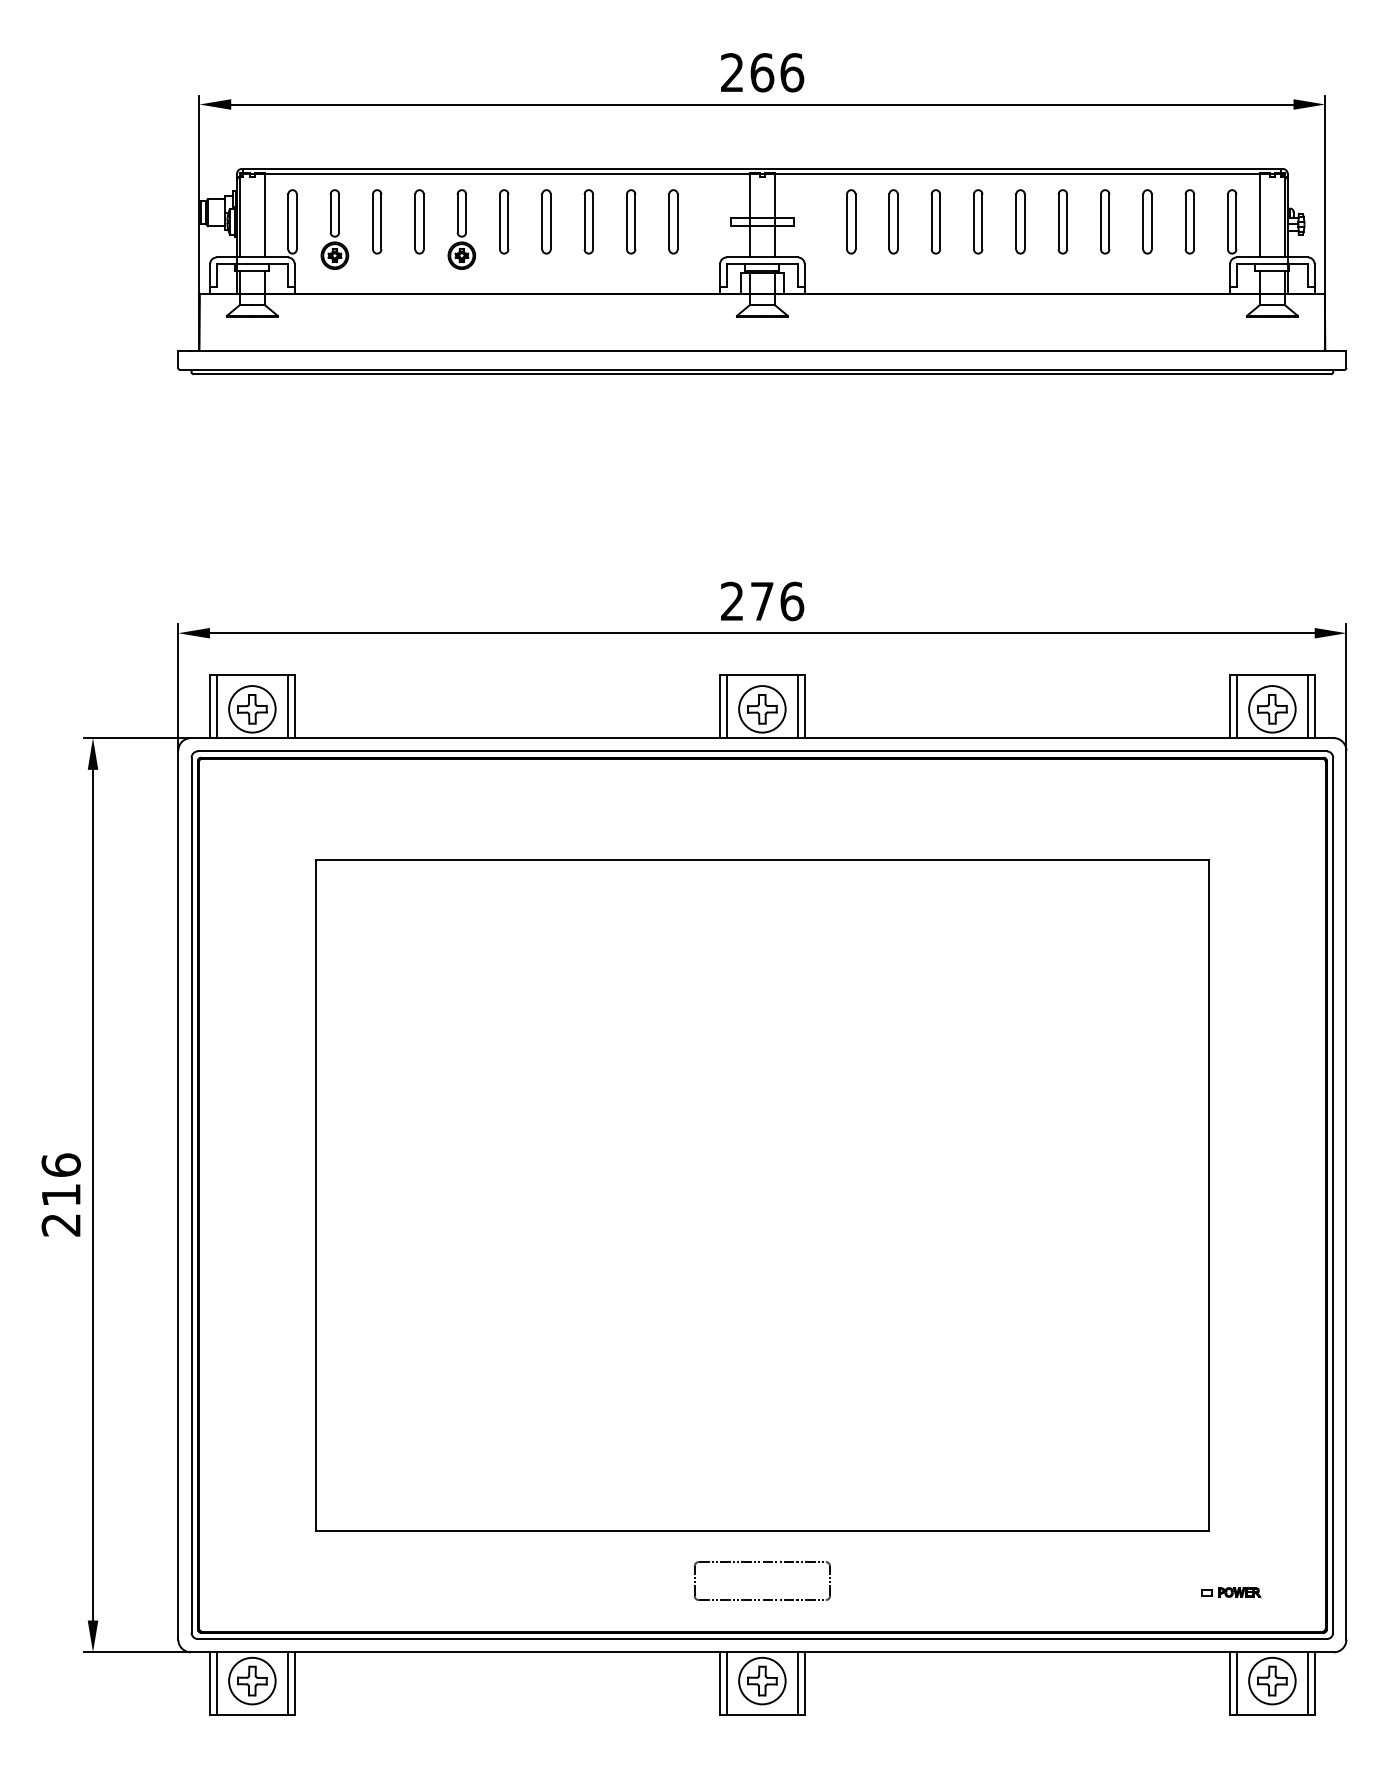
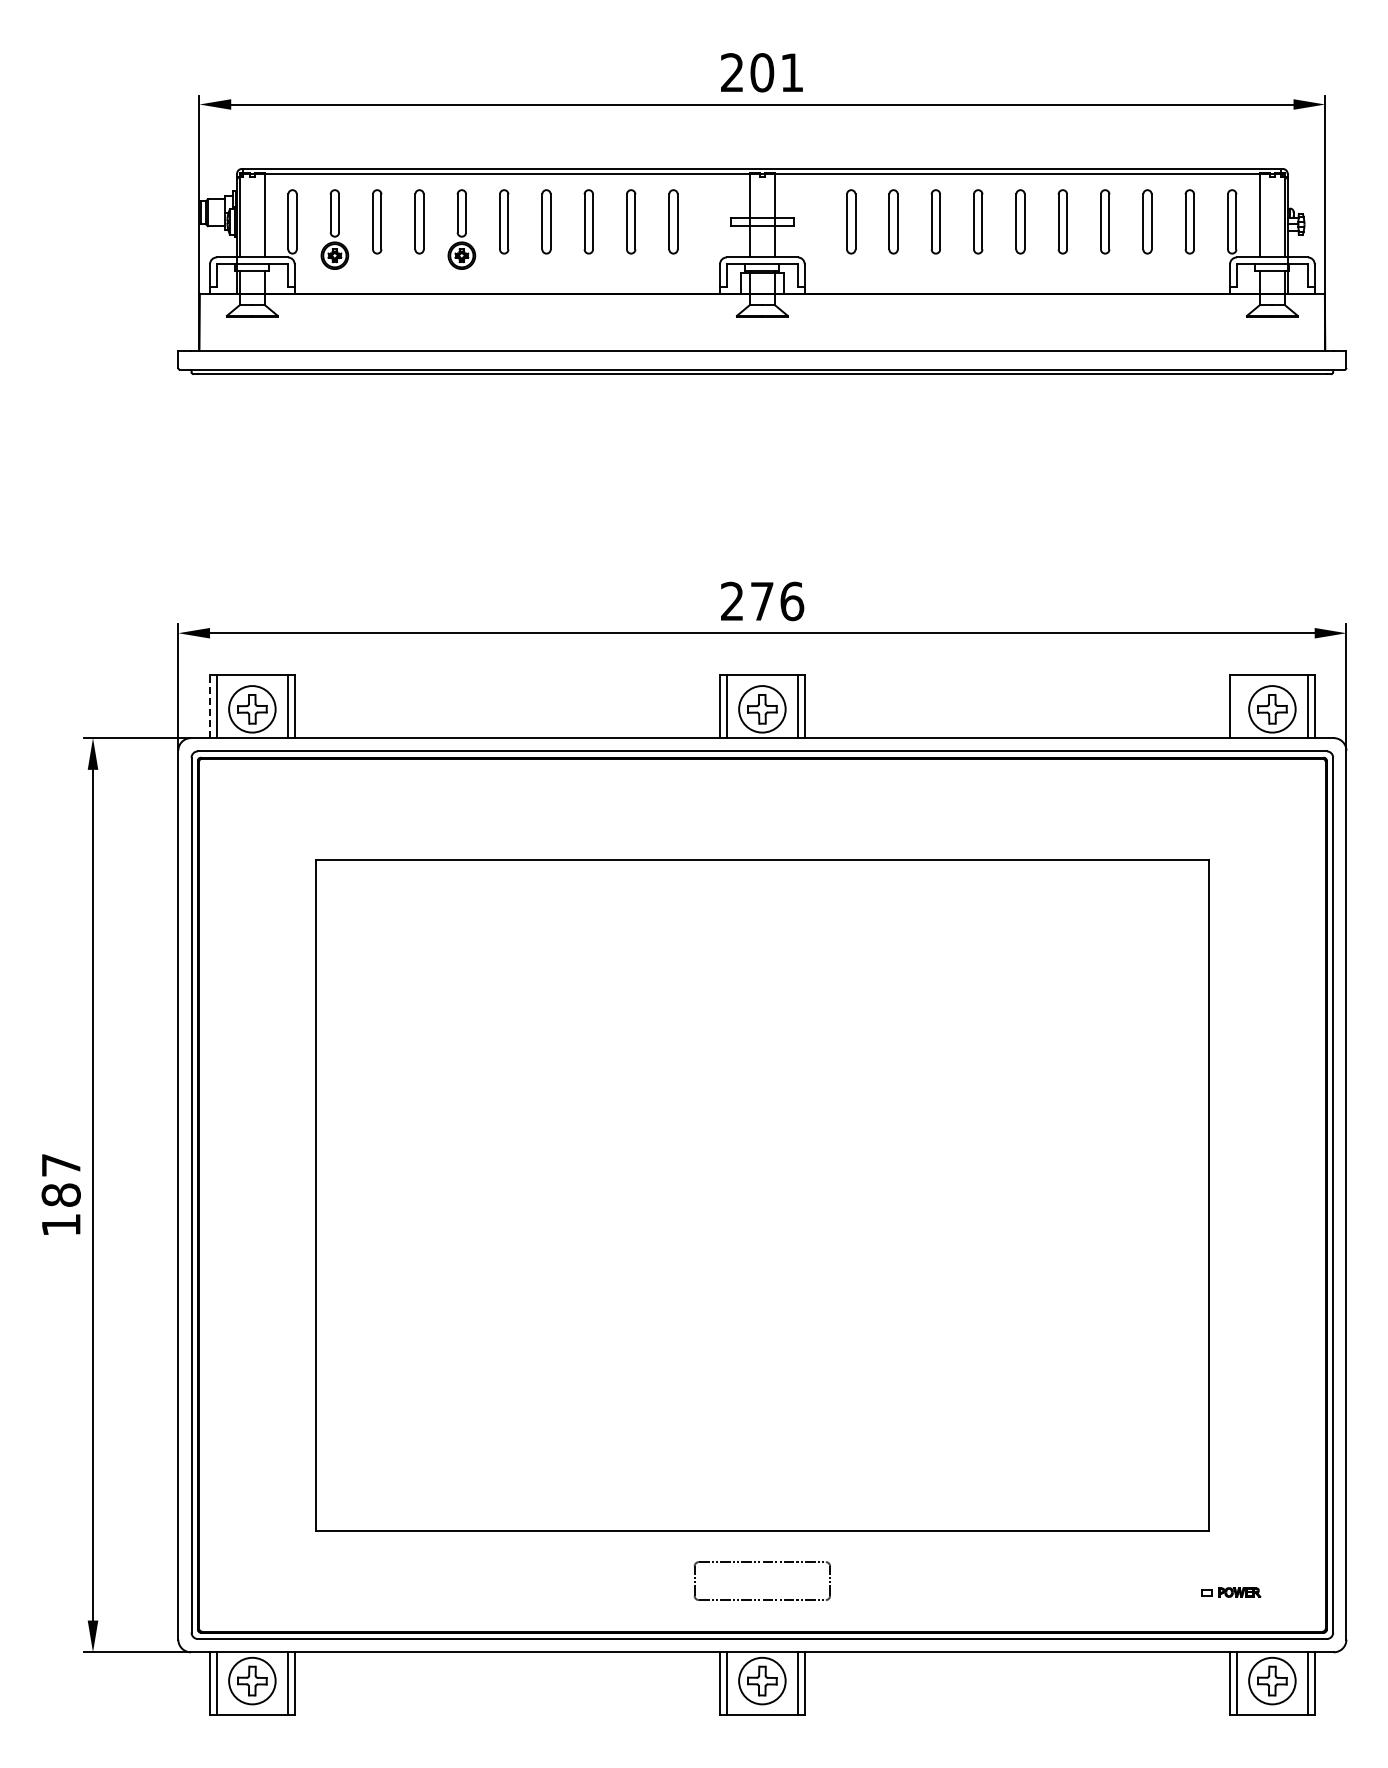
text at (777, 72): 266 -> 201
line at (210, 706): solid -> dashed
line at (1236, 706): present -> none
text at (60, 1194): 216 -> 187
